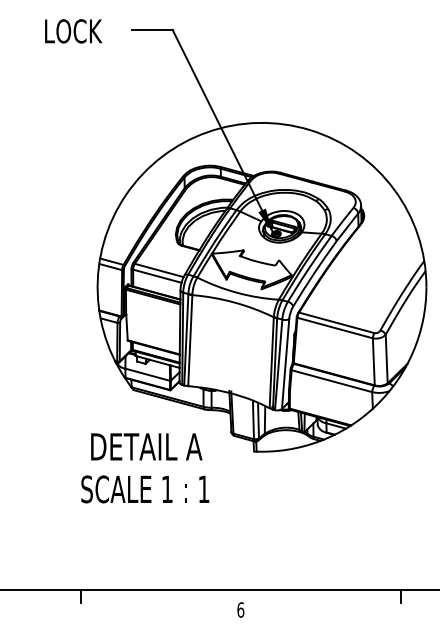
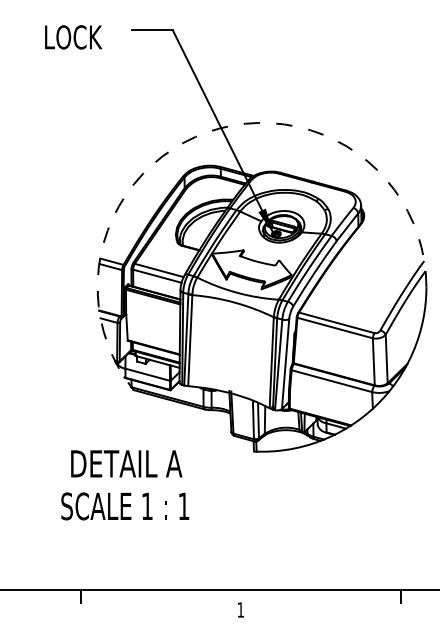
text at (73, 31) position: (73, 31) -> (73, 37)
arc at (207, 132): solid -> dashed
text at (145, 468) position: (145, 468) -> (125, 485)
text at (240, 609): 6 -> 1
